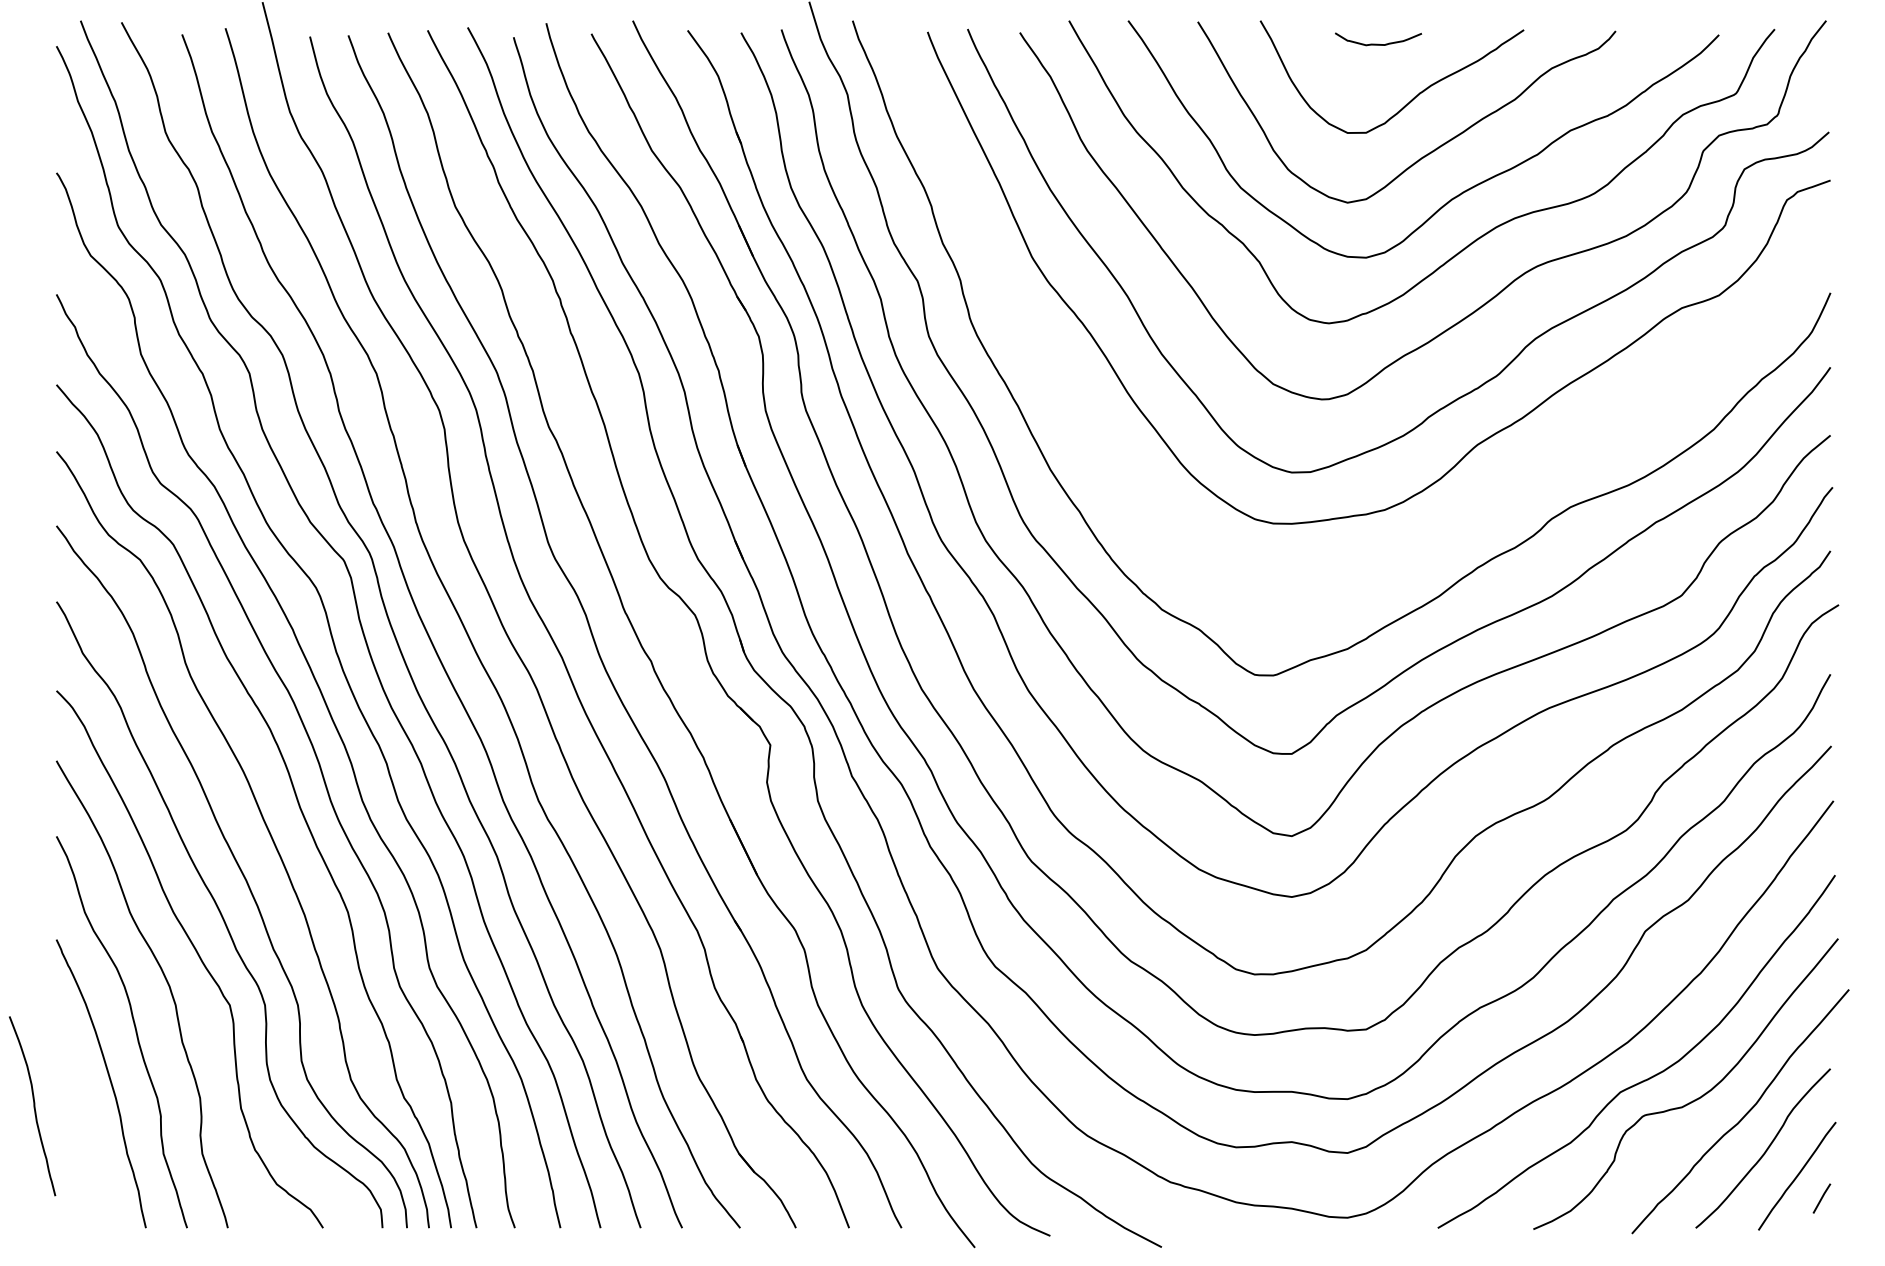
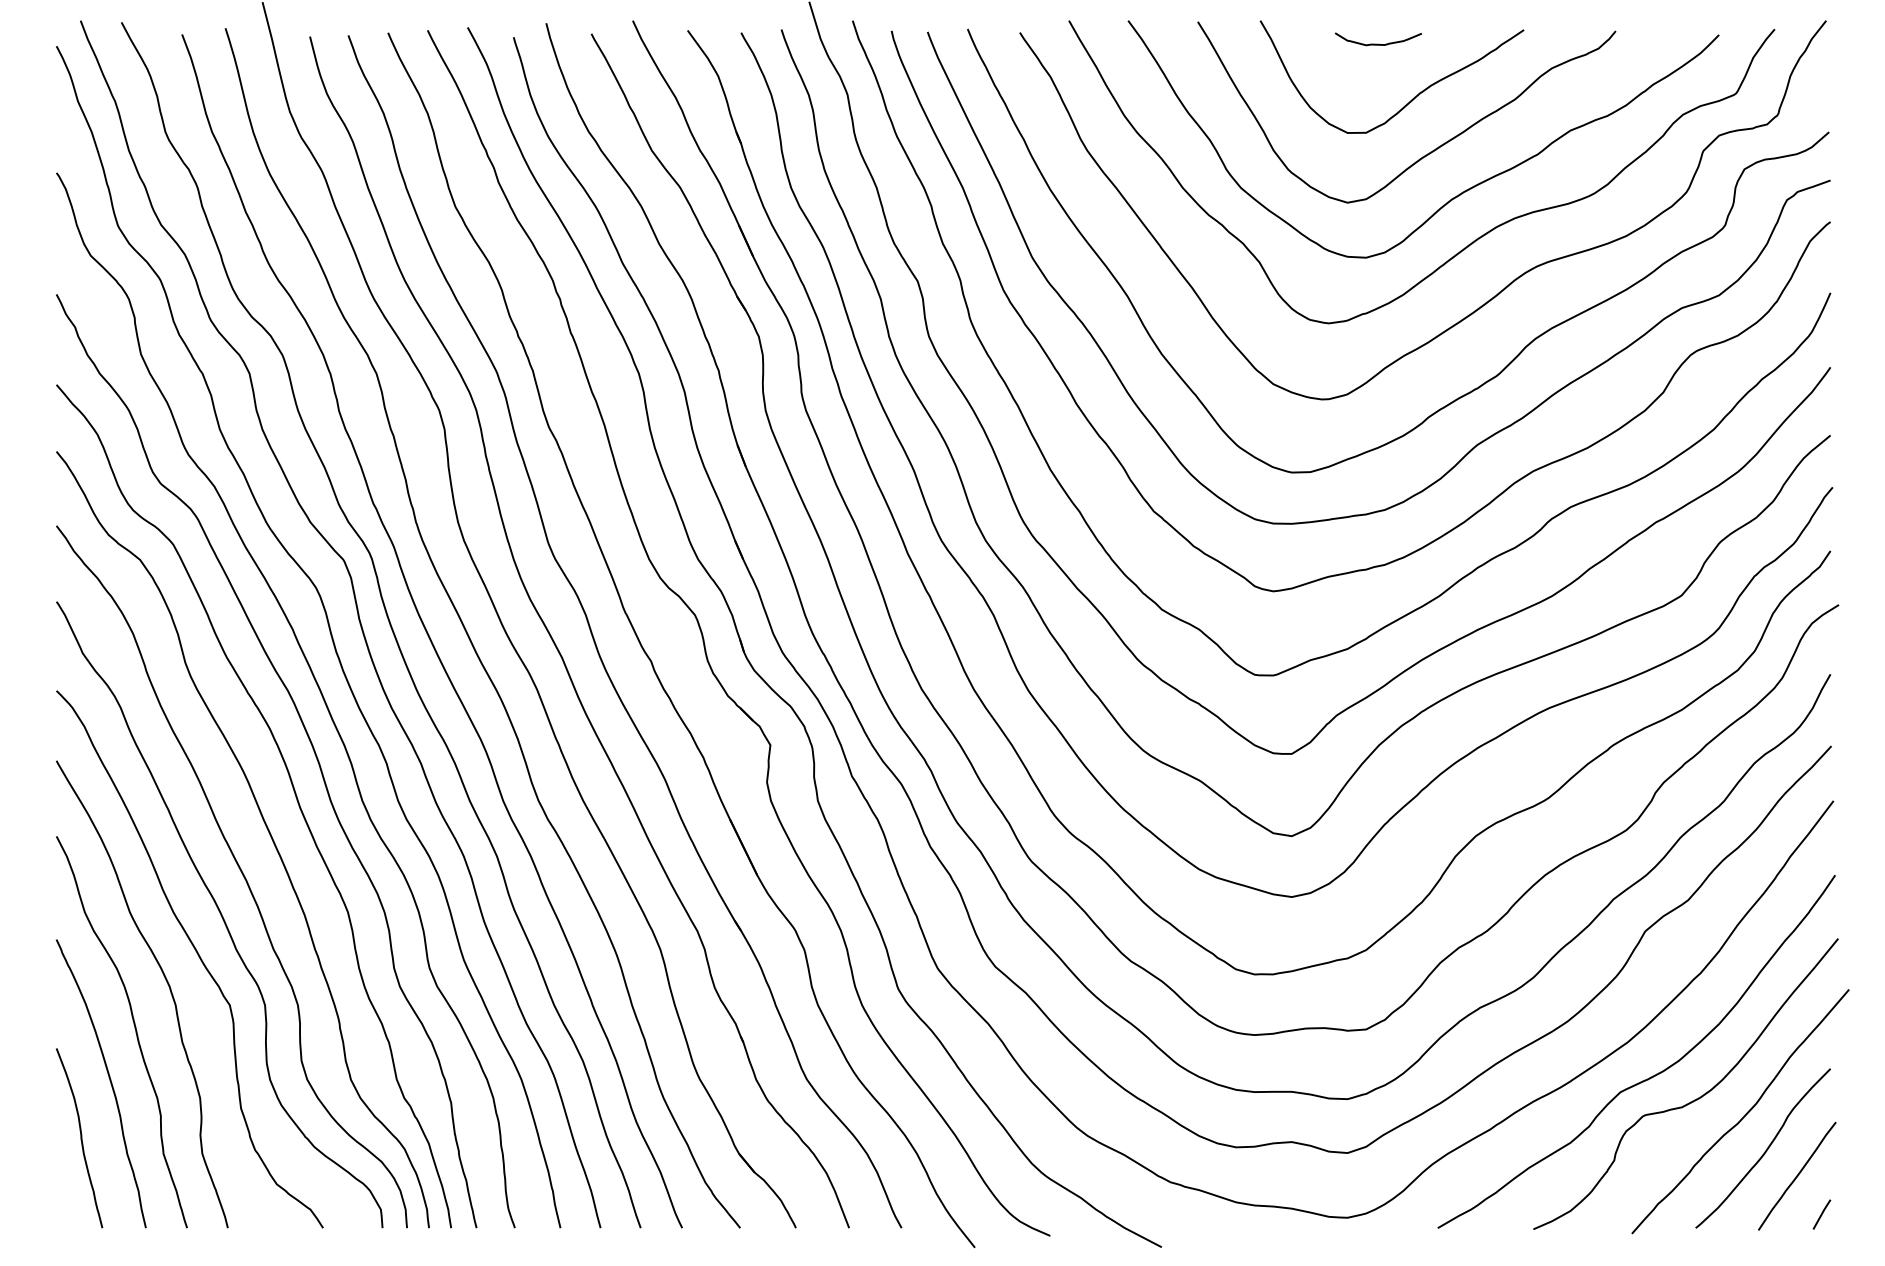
curve at (1509, 485): none -> present
curve at (33, 1106) position: (33, 1106) -> (80, 1138)
line at (1821, 1198) position: (1821, 1198) -> (1821, 1214)
